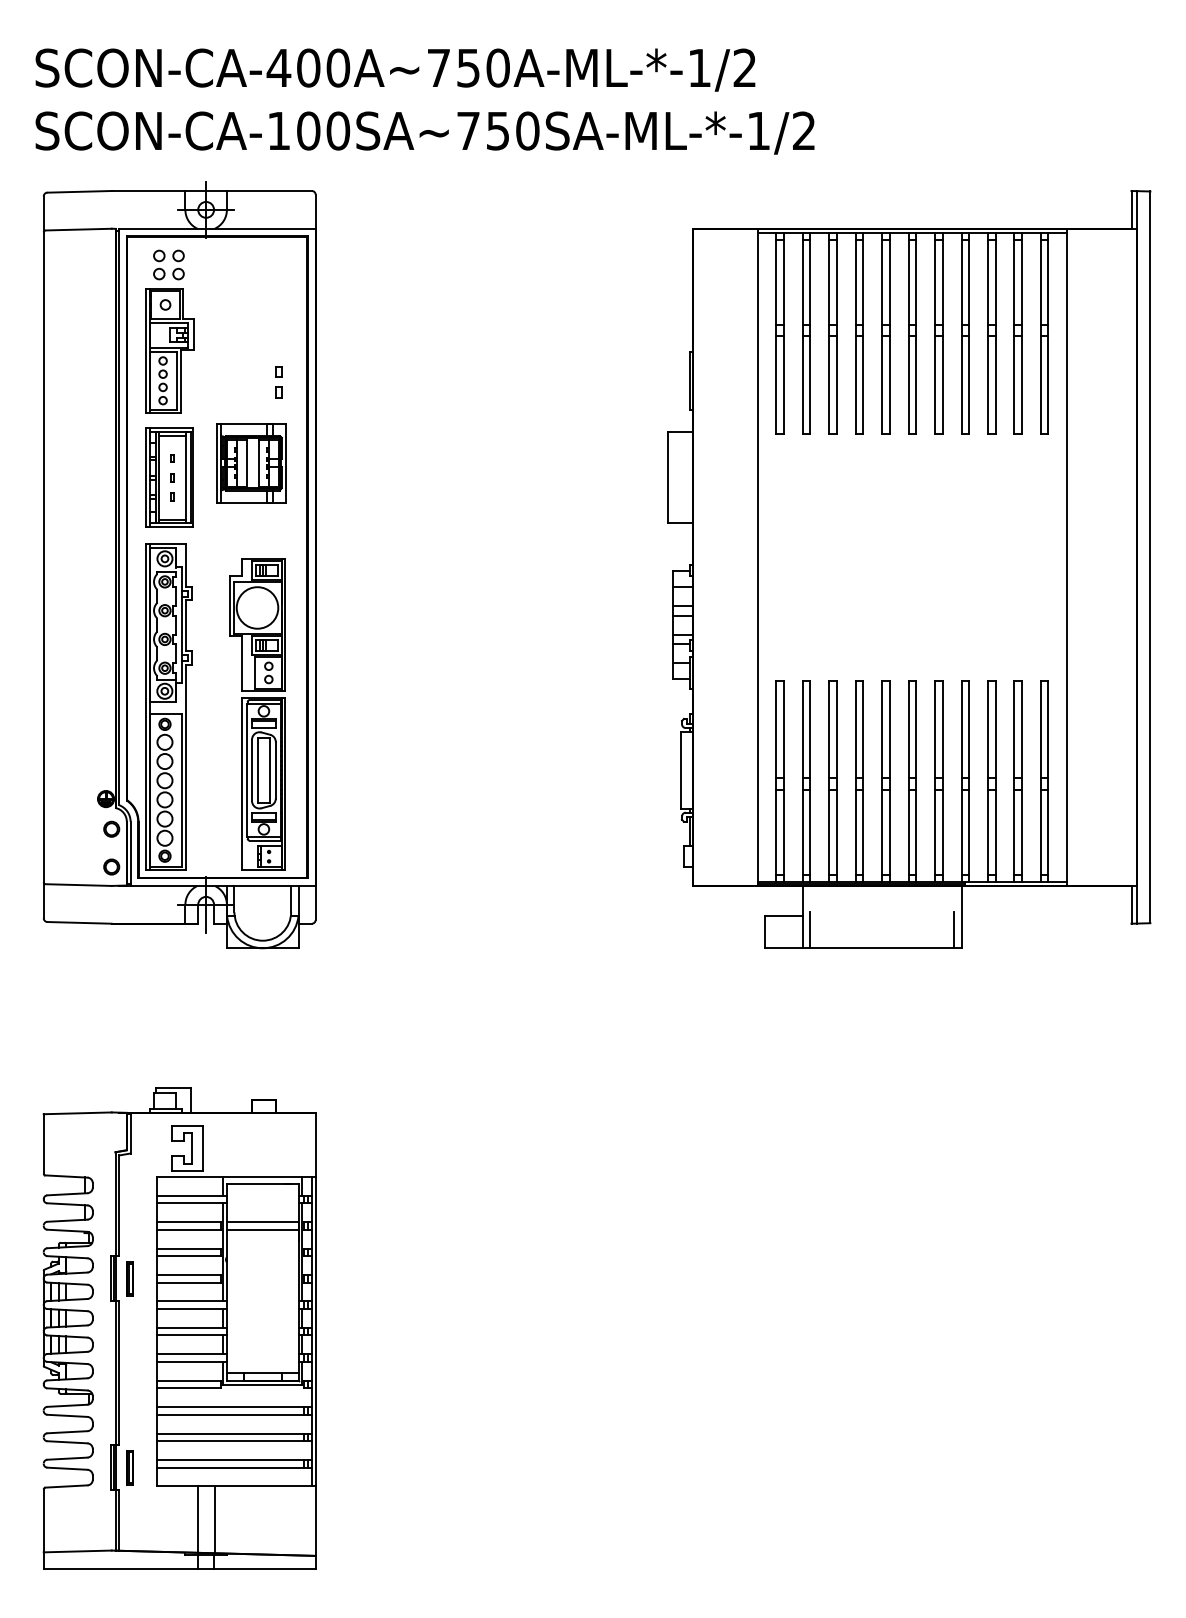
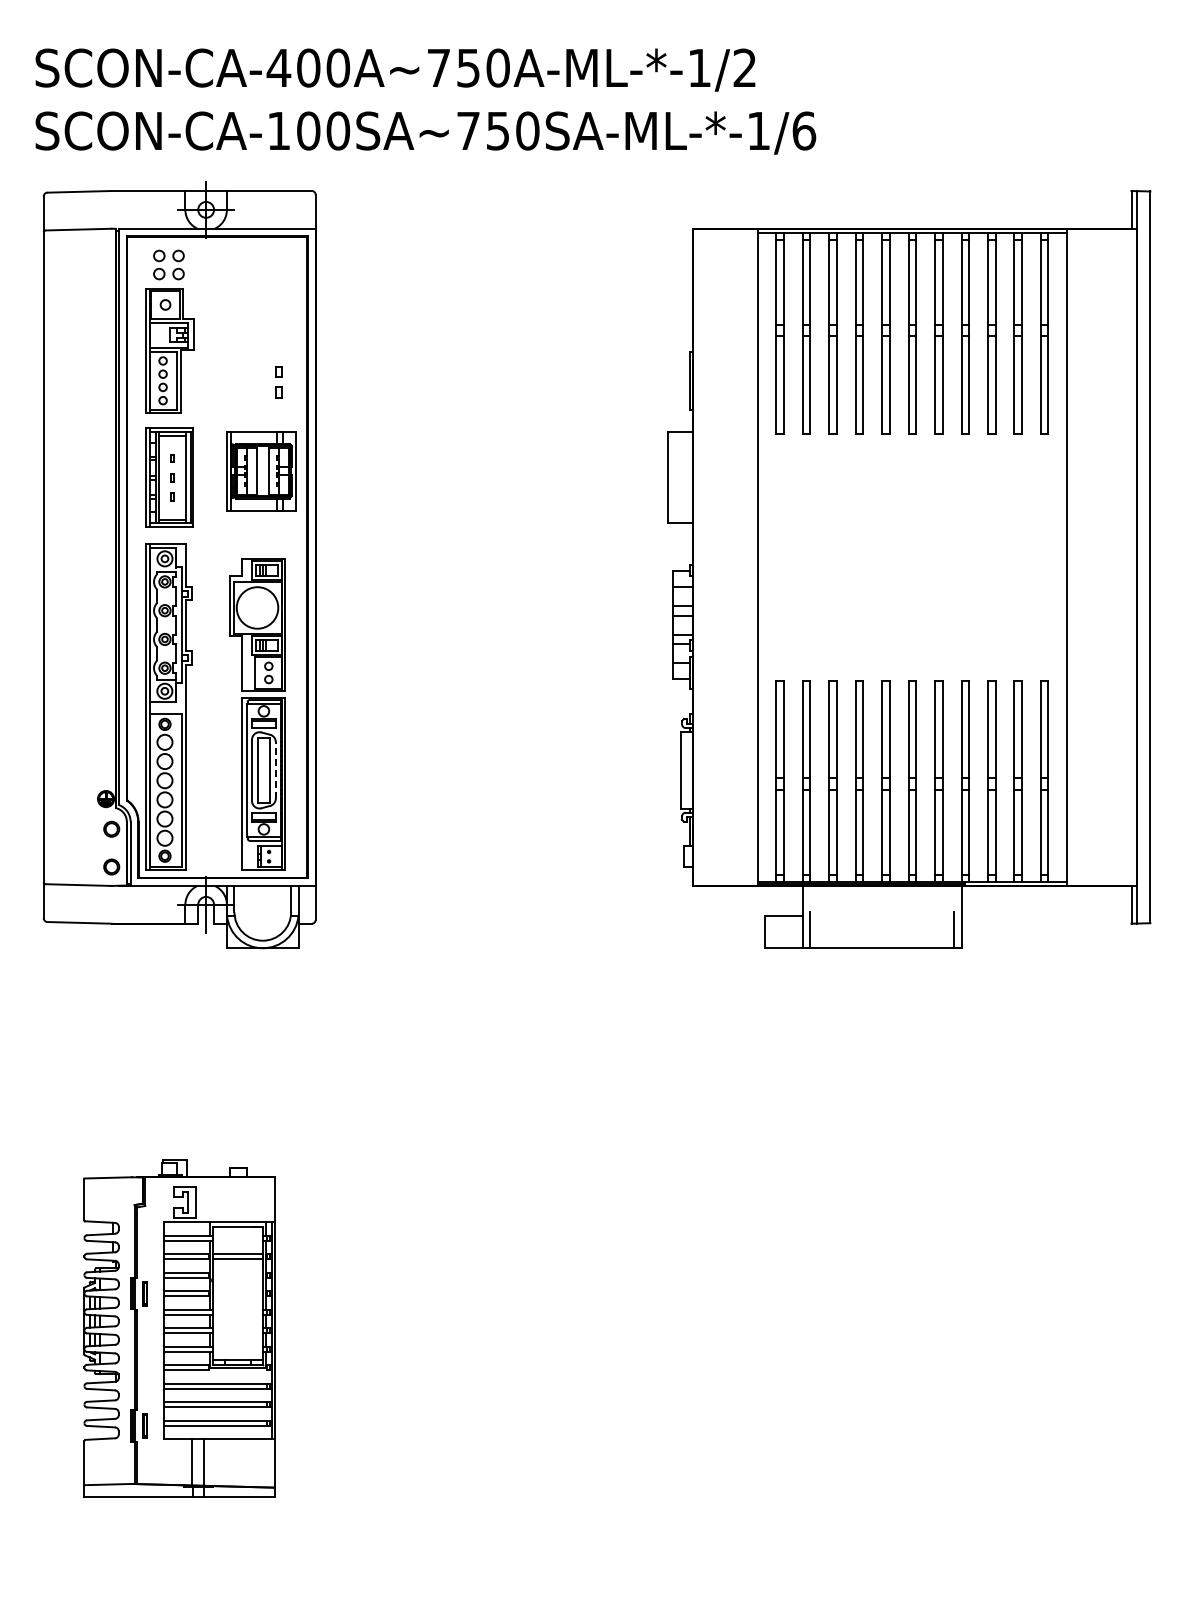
text at (804, 130): SCON-CA-100SA~750SA-ML-*-1/2 -> SCON-CA-100SA~750SA-ML-*-1/6
part at (251, 463) position: (251, 463) -> (261, 471)
line at (275, 769): solid -> dashed
part at (179, 1328) size: 275x483 px -> 193x339 px
